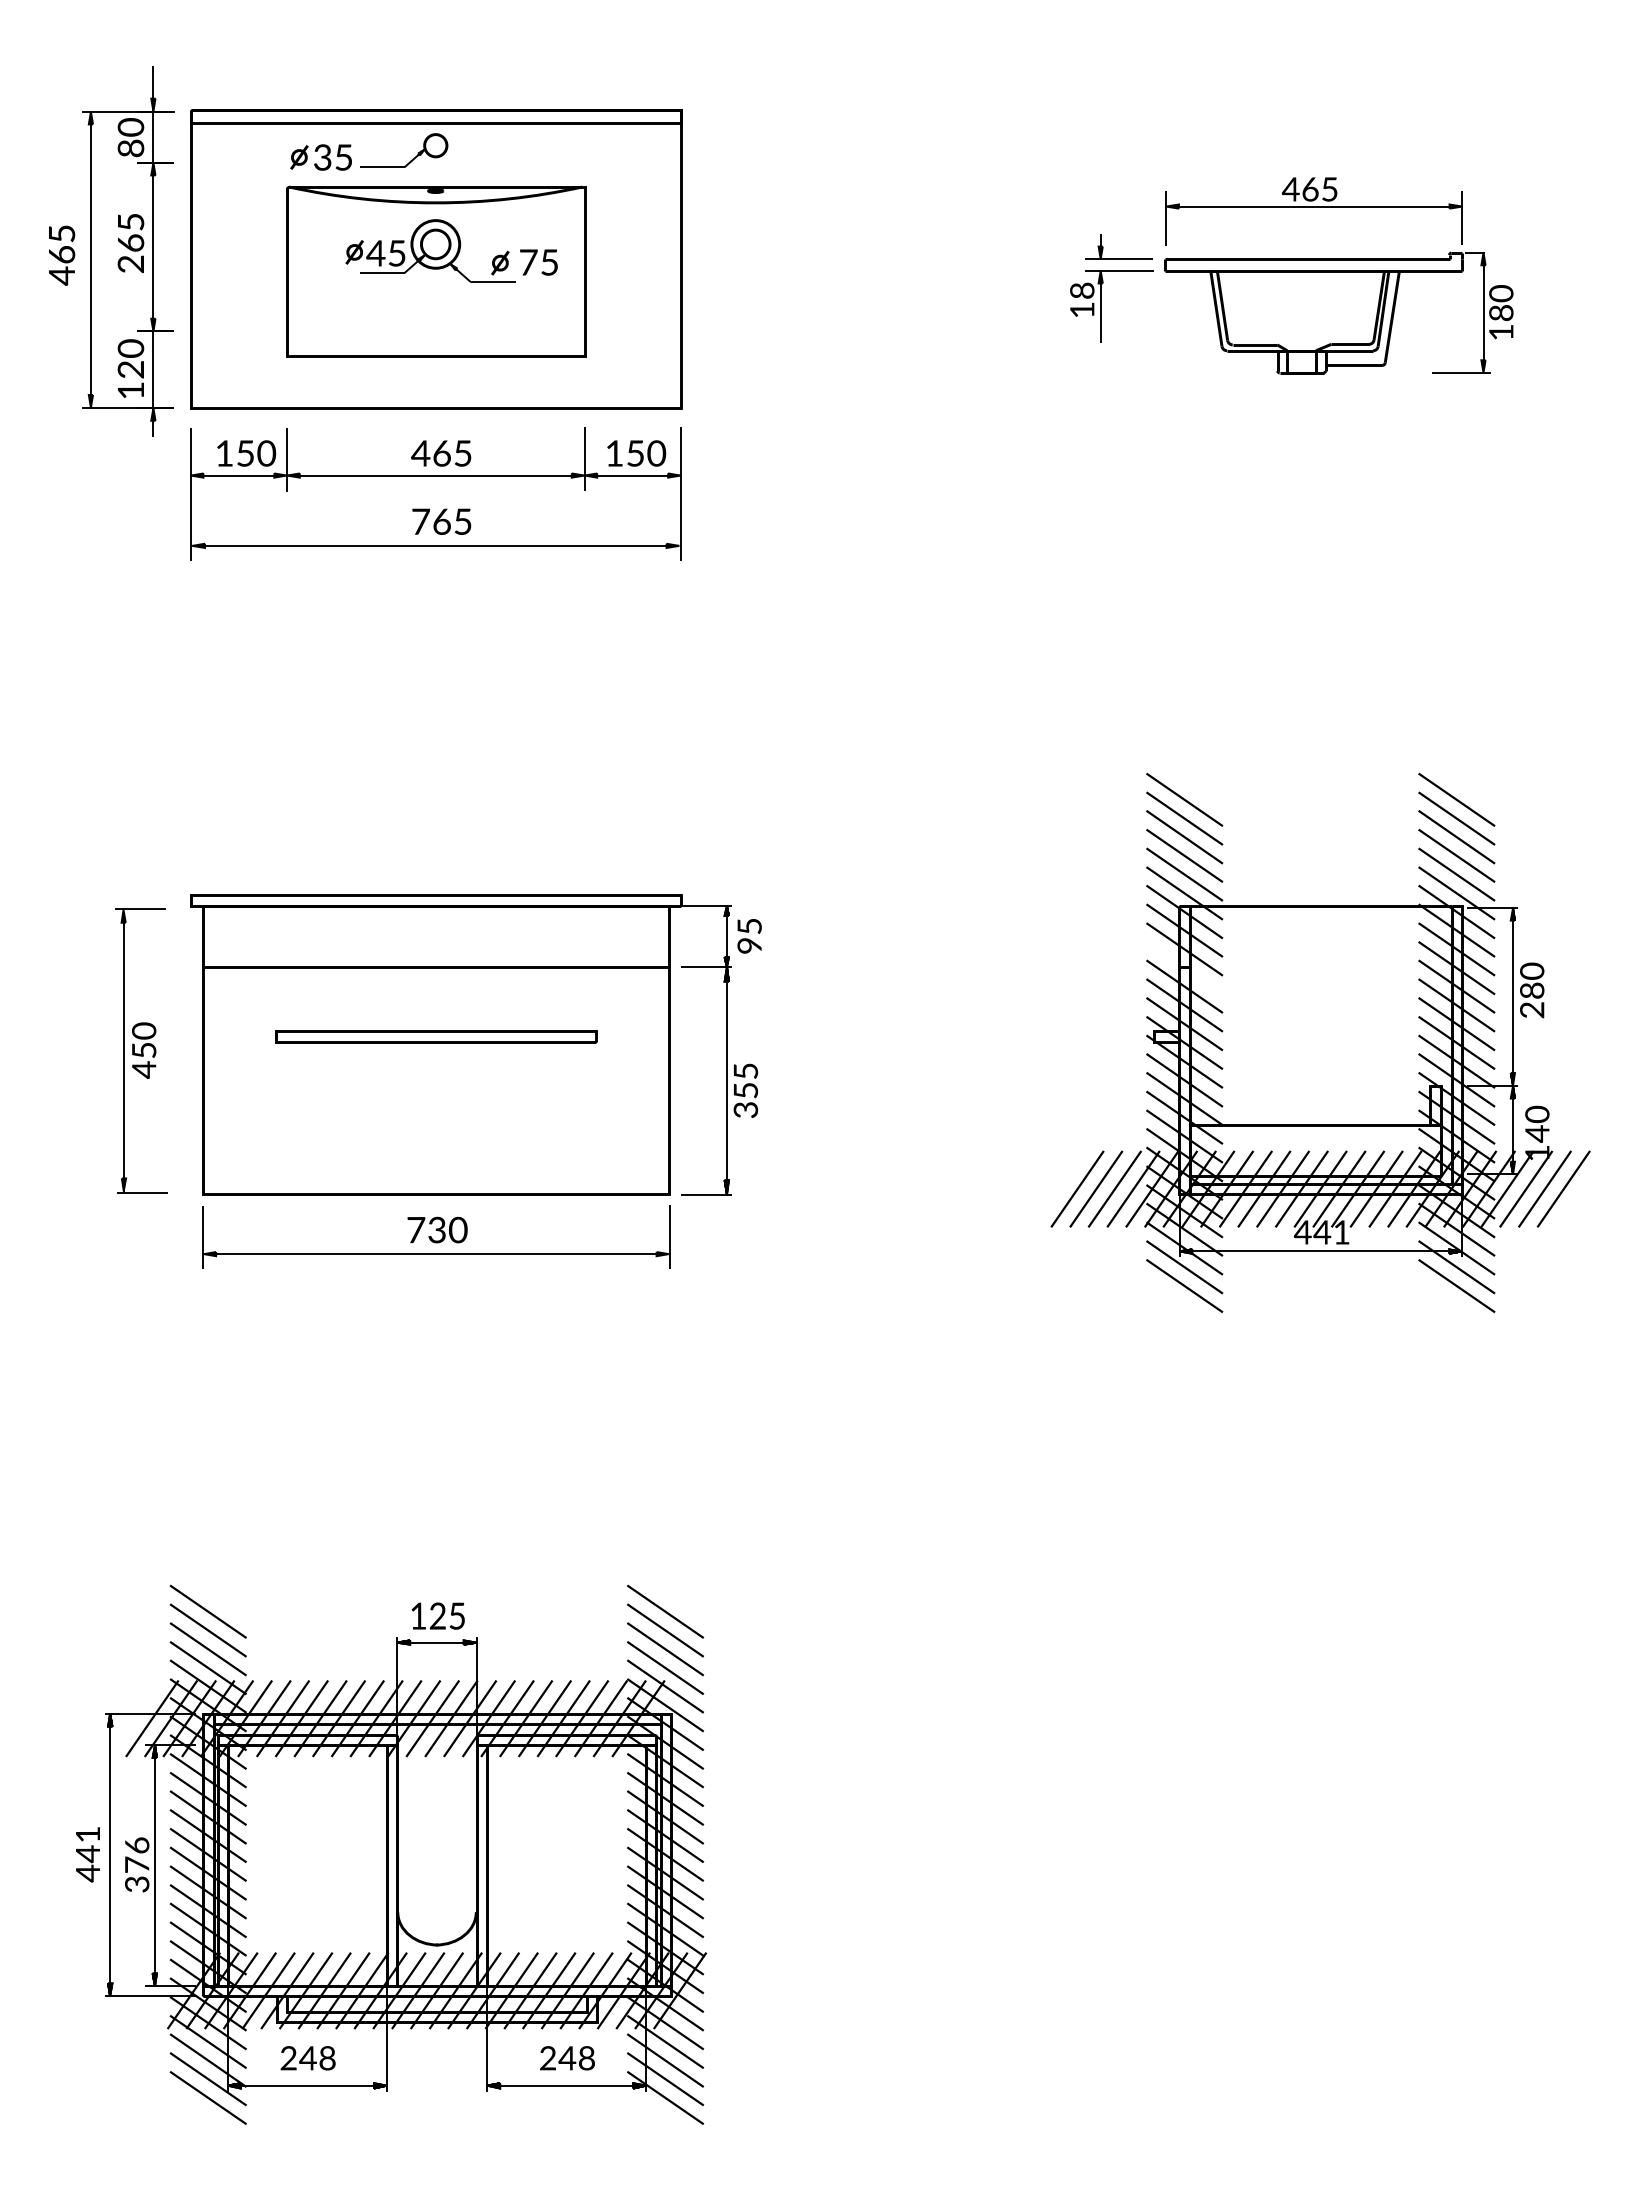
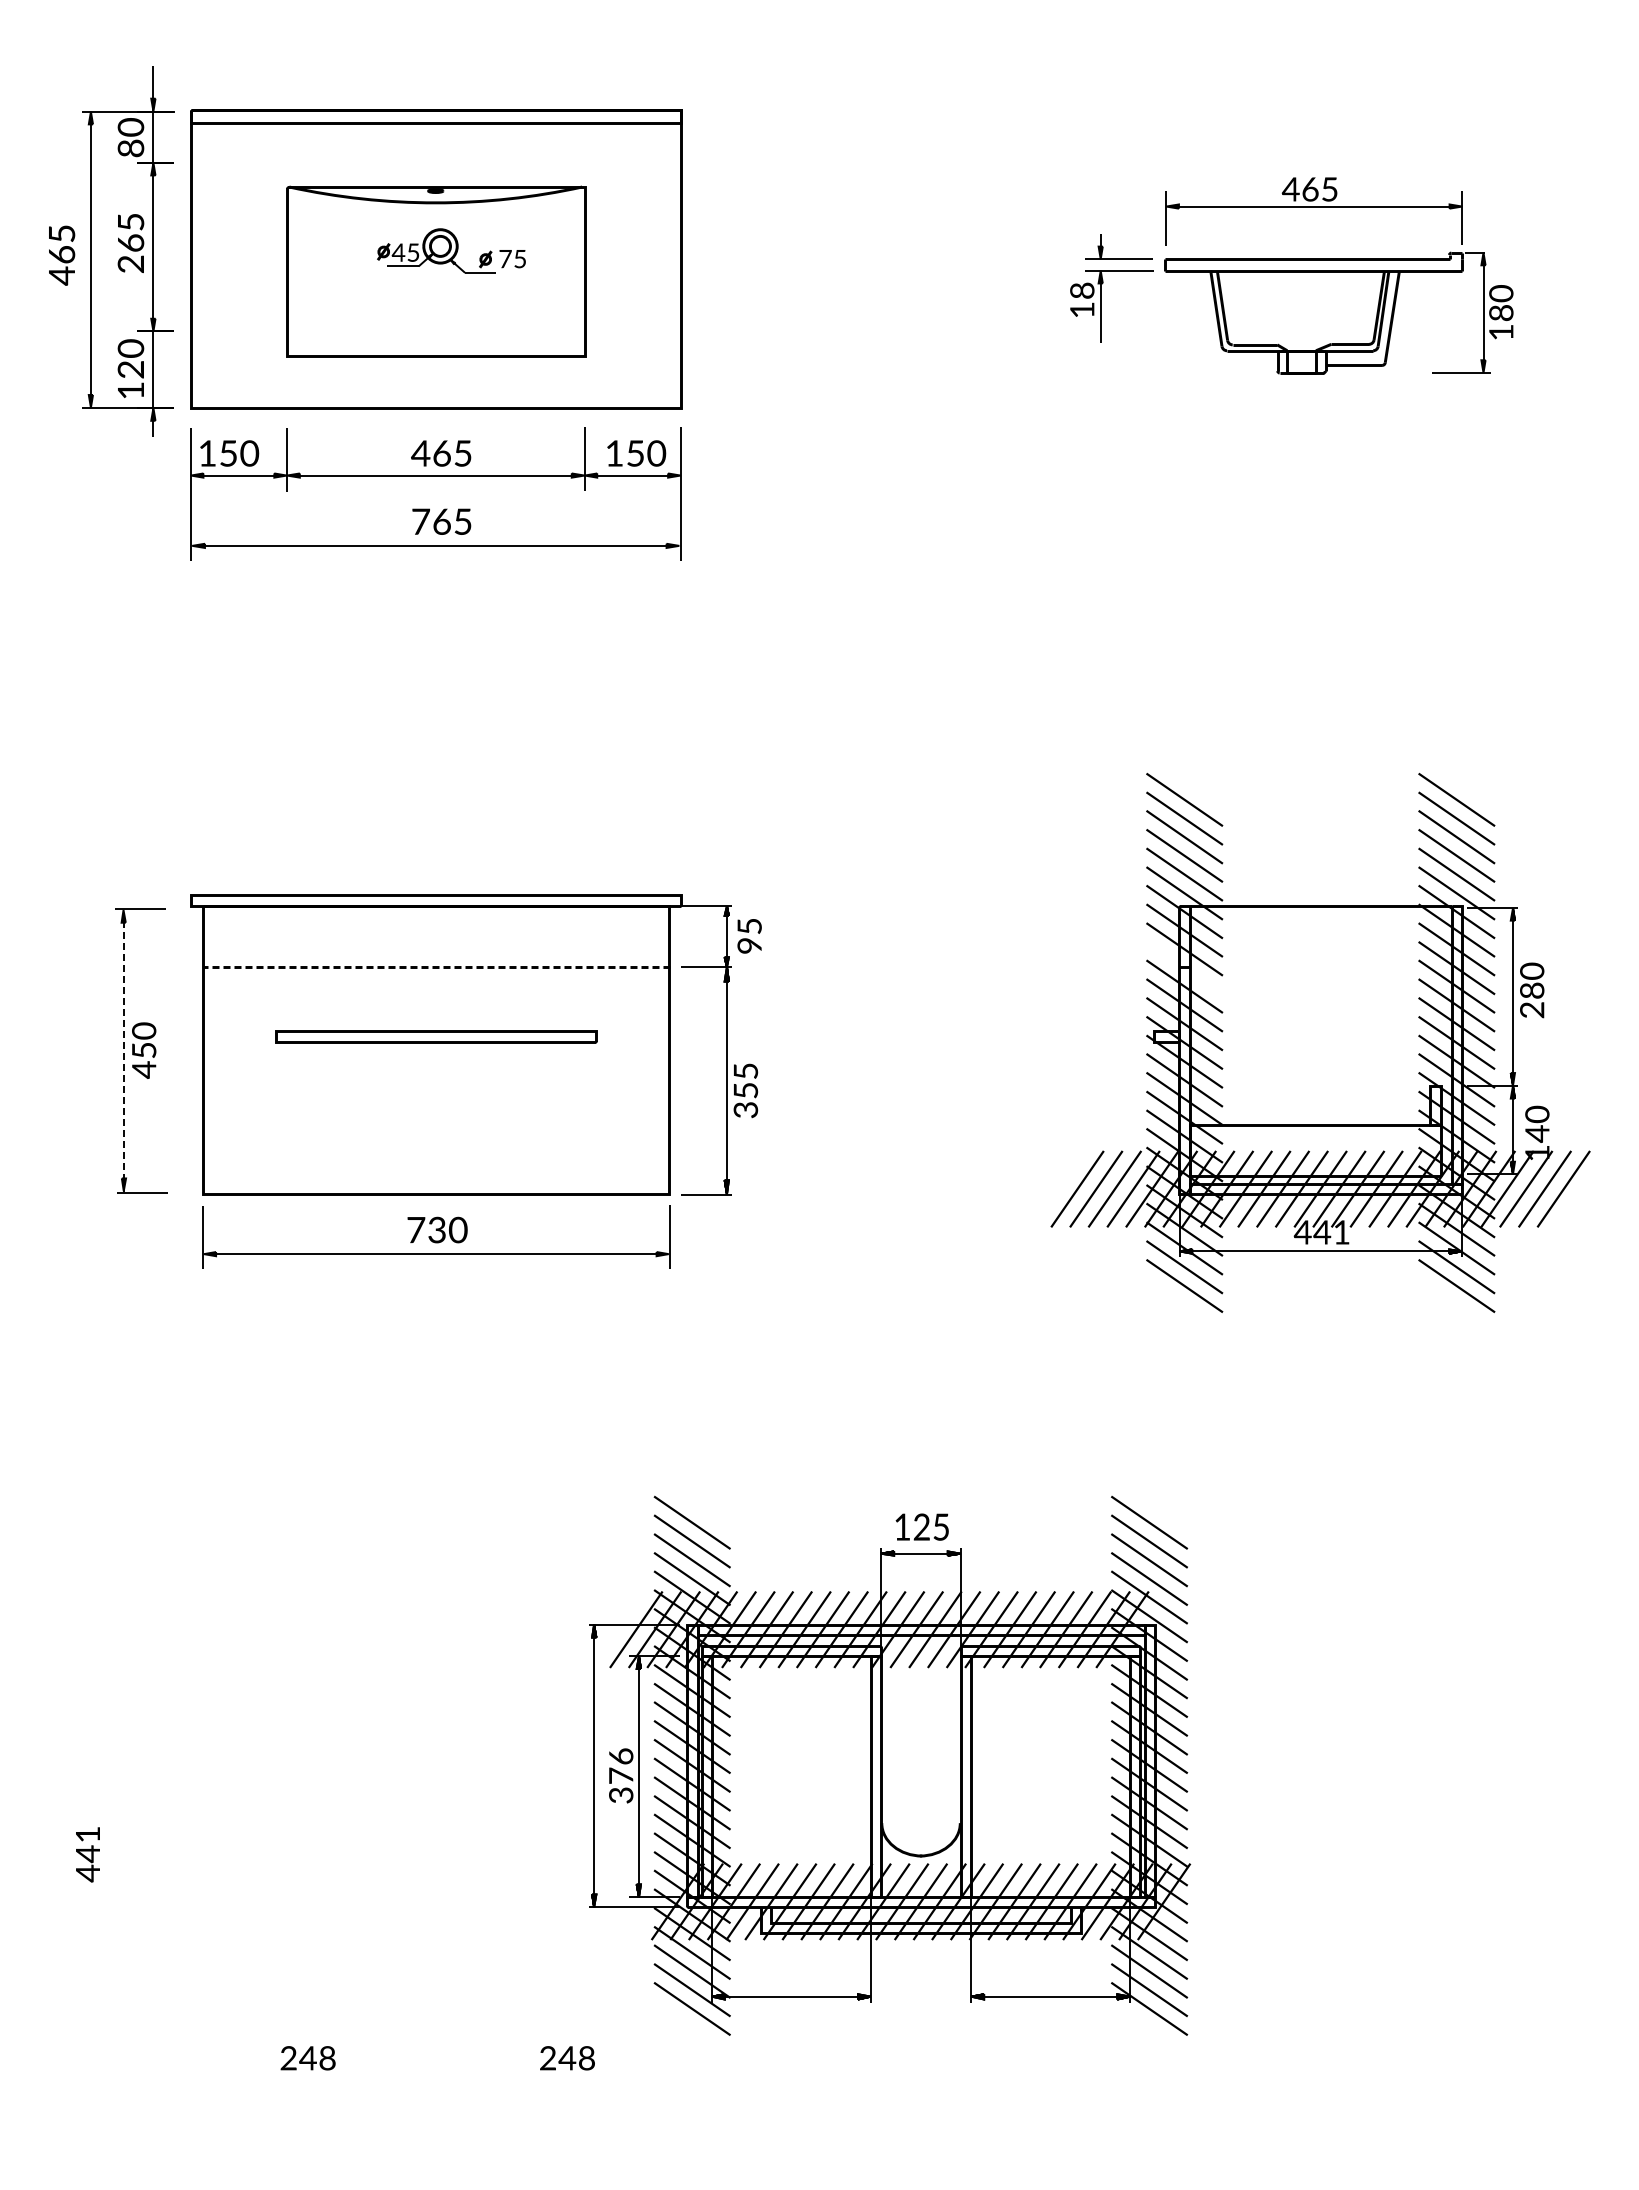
part at (369, 166): present -> none
part at (451, 250) size: 213x64 px -> 149x46 px
text at (246, 453) position: (246, 453) -> (229, 453)
line at (435, 967): solid -> dashed
line at (123, 1055): solid -> dashed
part at (406, 1854) position: (406, 1854) -> (890, 1765)
